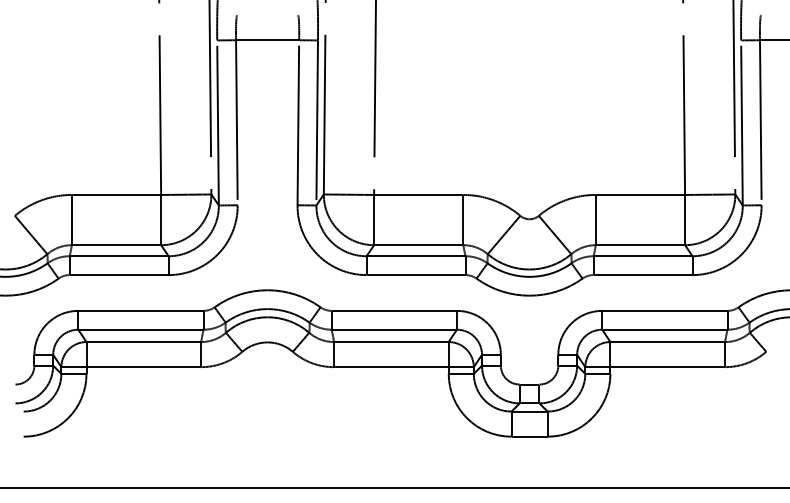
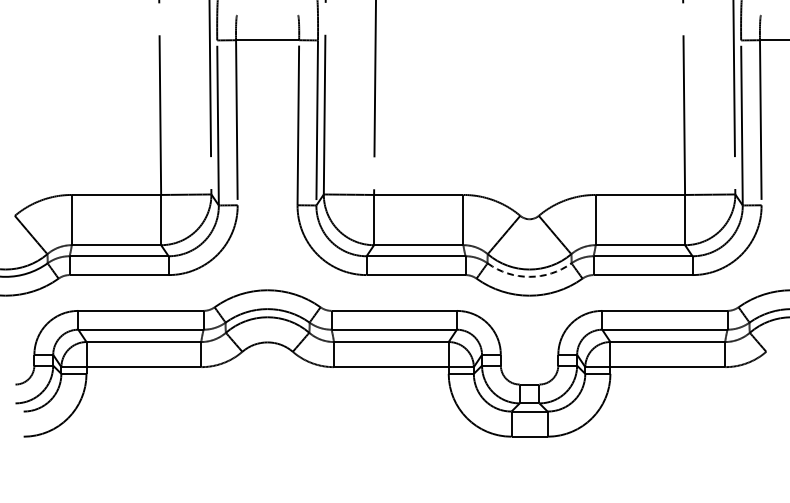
arc at (529, 276): solid -> dashed
line at (394, 487): present -> none
